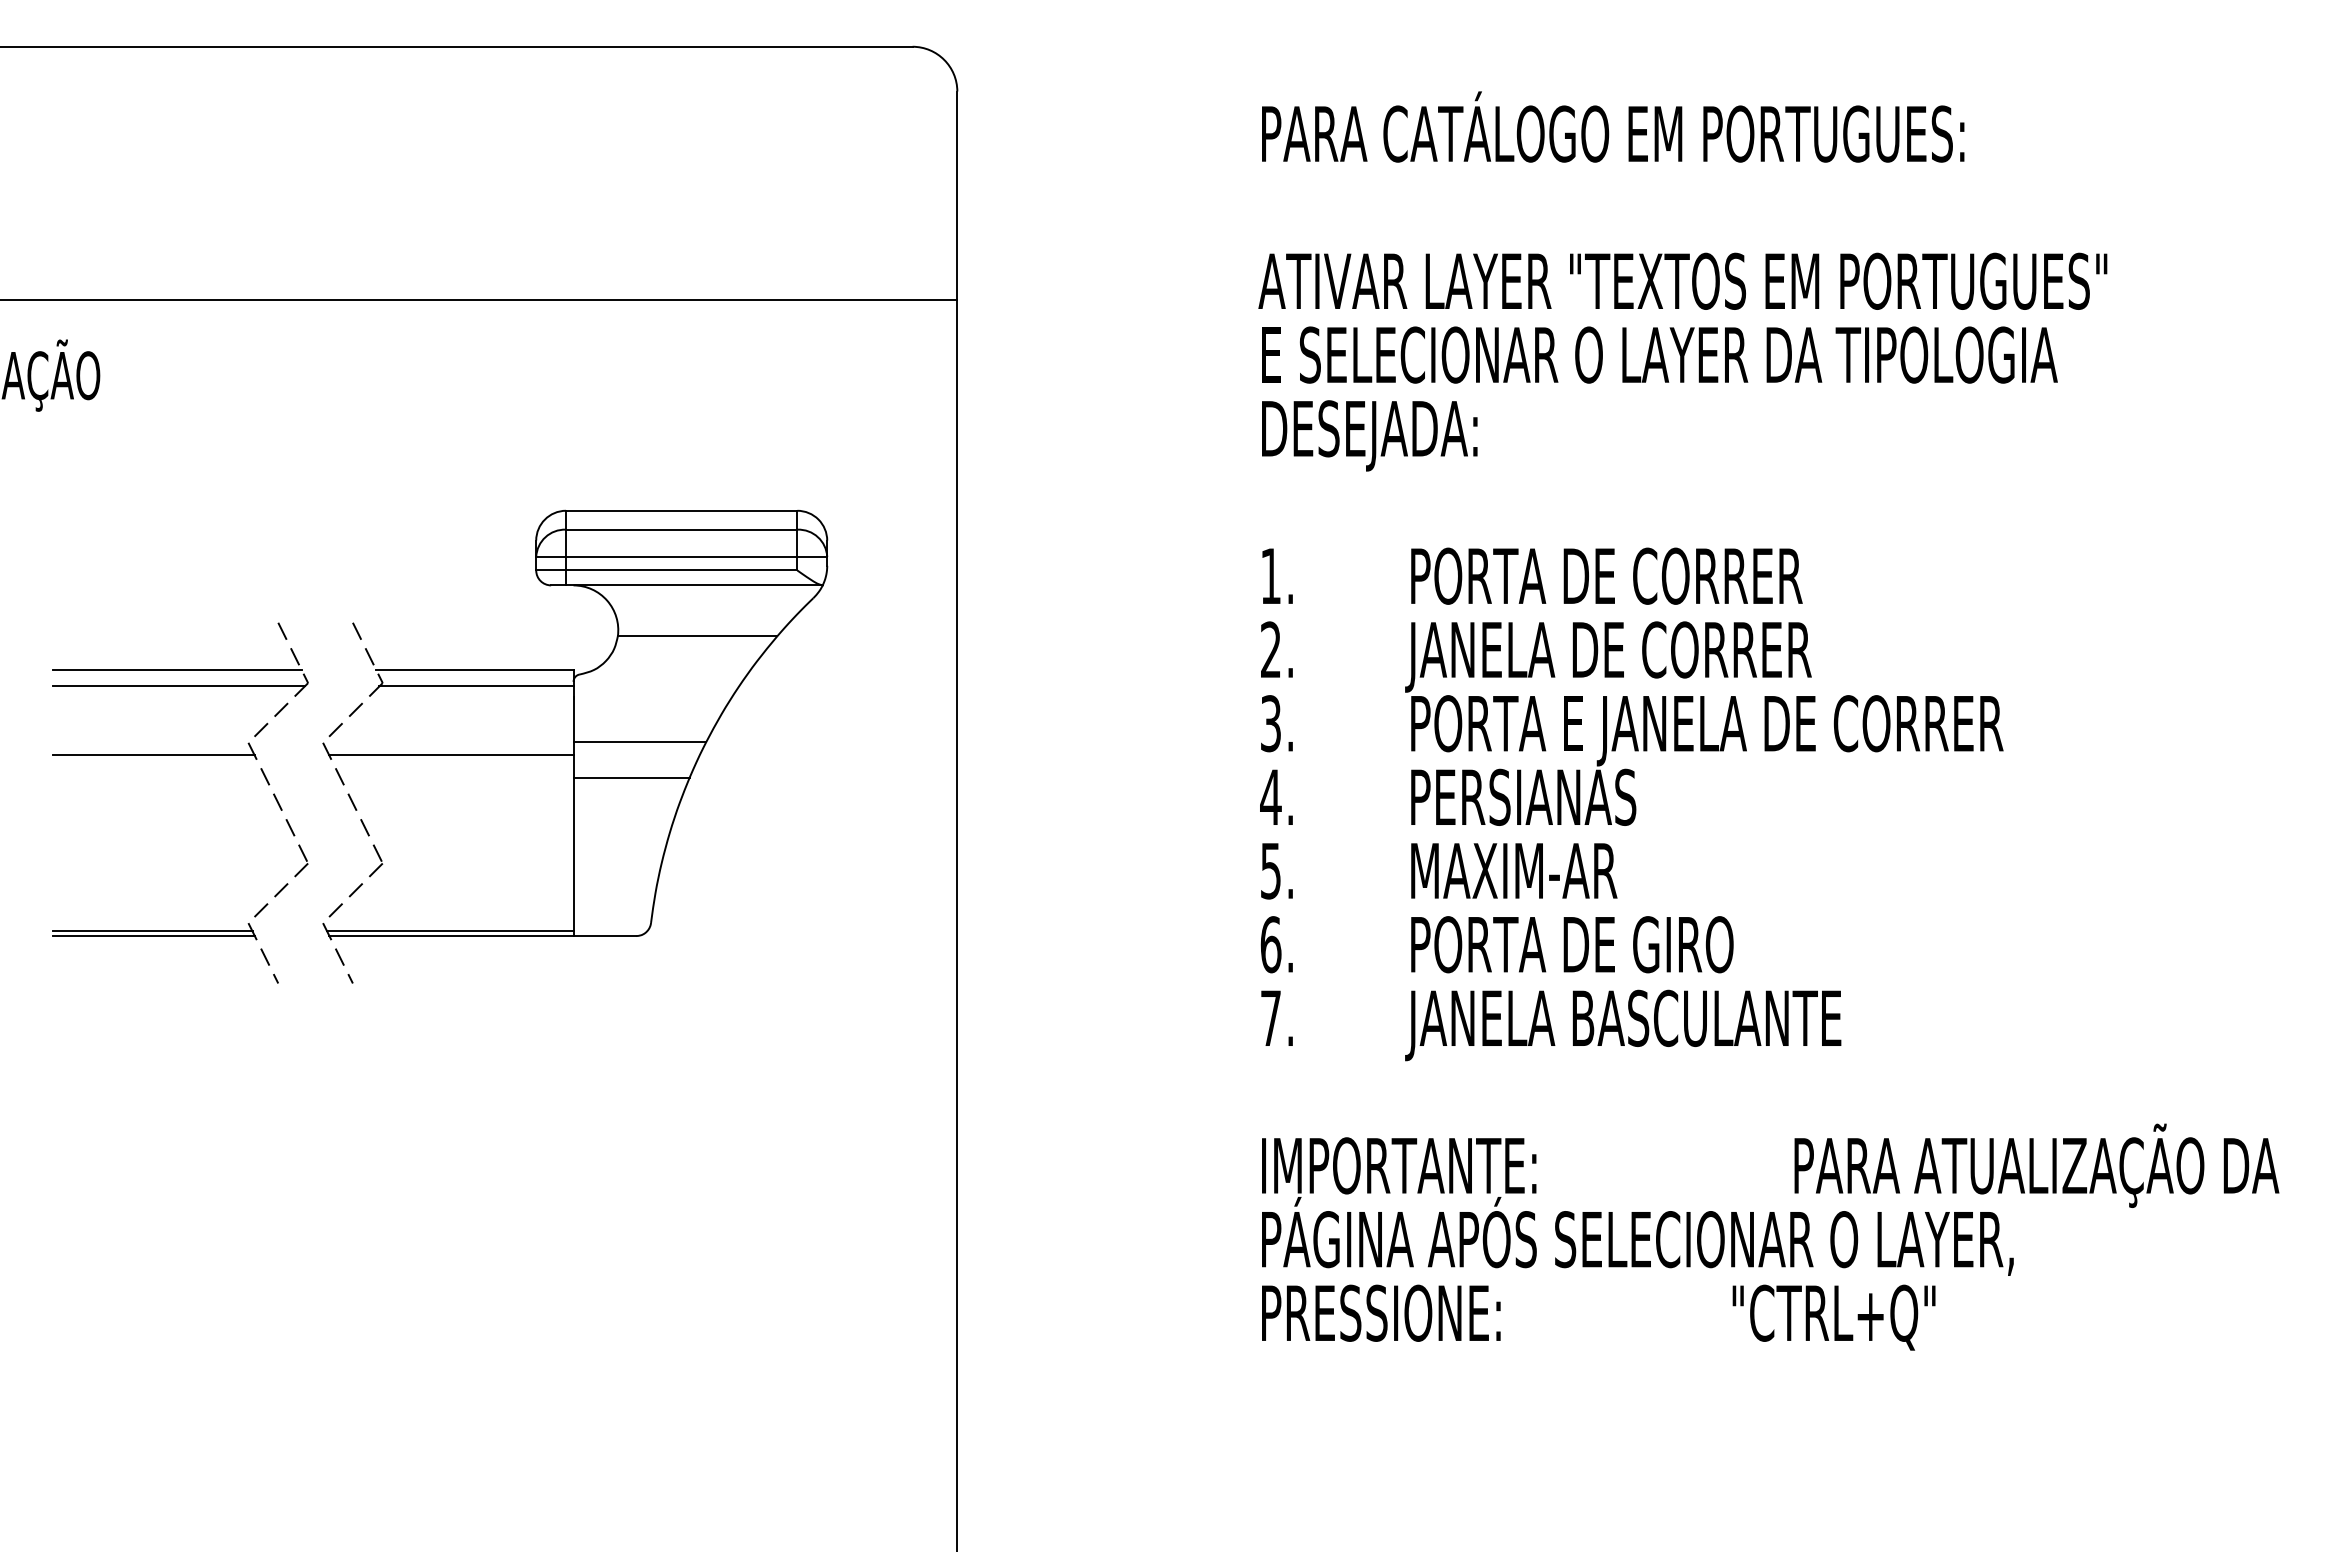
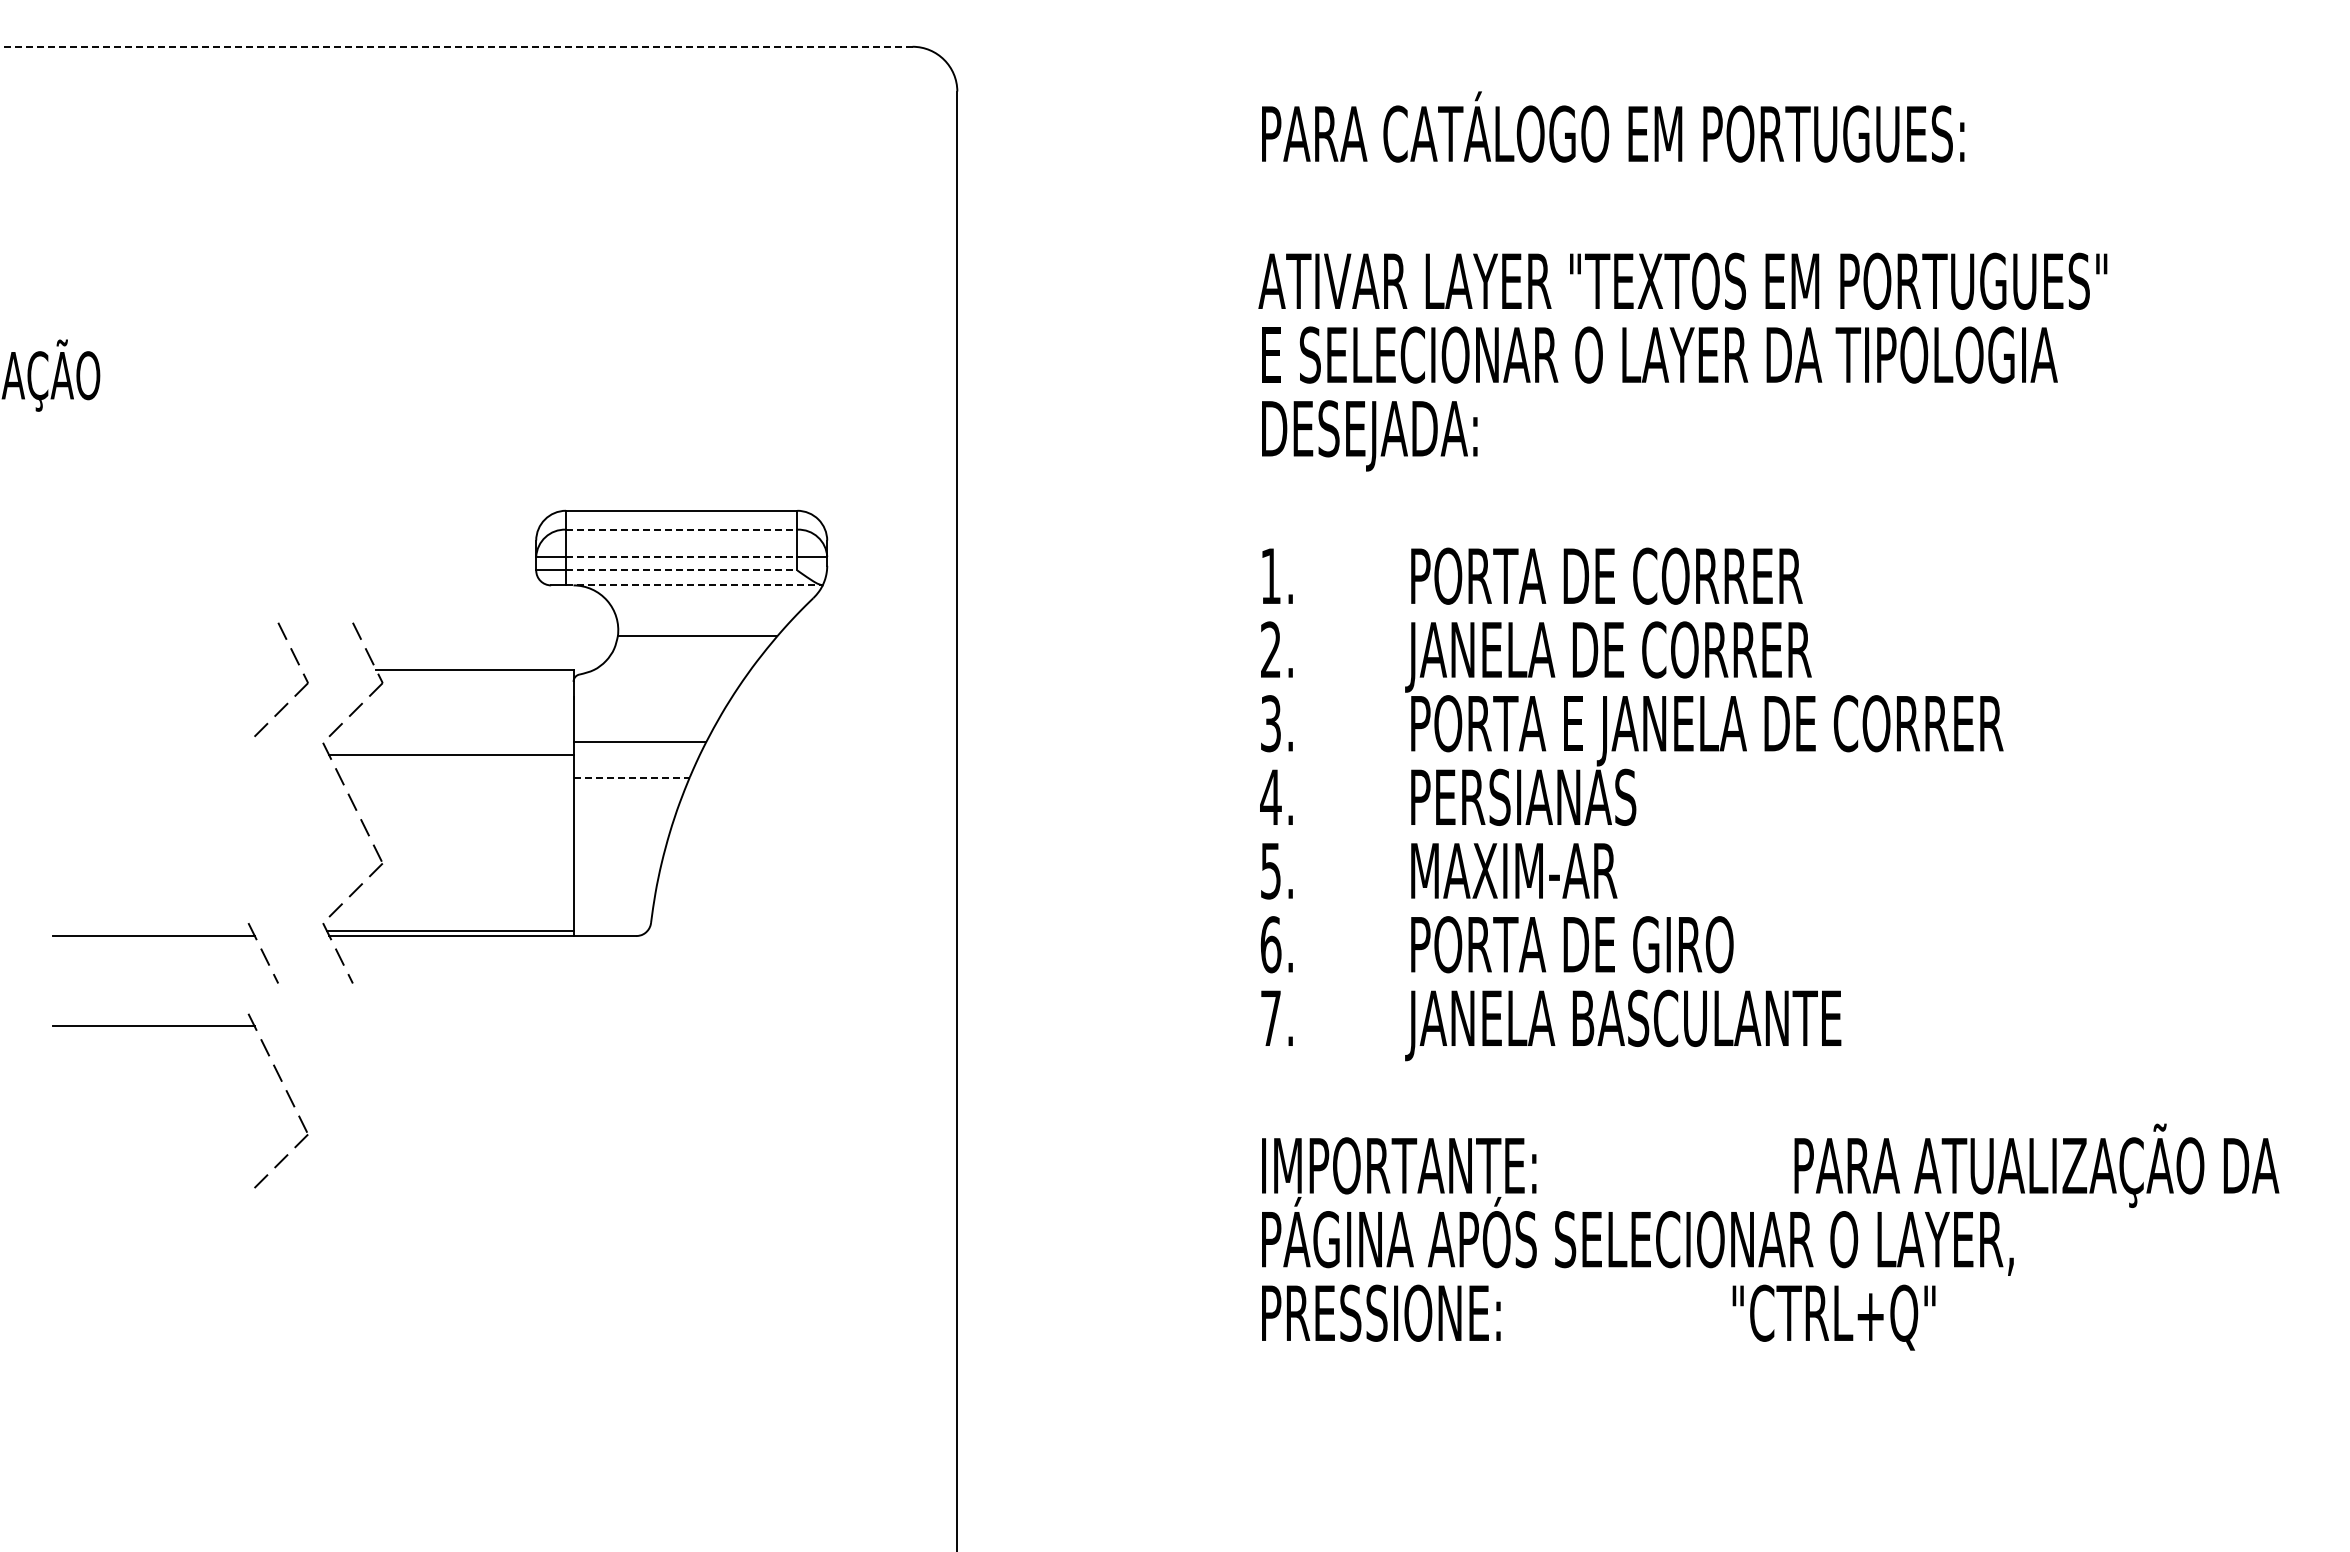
line at (456, 46): solid -> dashed
line at (479, 300): present -> none
line at (681, 529): solid -> dashed
line at (681, 557): solid -> dashed
line at (681, 570): solid -> dashed
line at (694, 585): solid -> dashed
line at (177, 670): present -> none
line at (178, 686): present -> none
line at (476, 686): present -> none
part at (180, 755) position: (180, 755) -> (180, 1026)
line at (632, 777): solid -> dashed
line at (152, 931): present -> none
